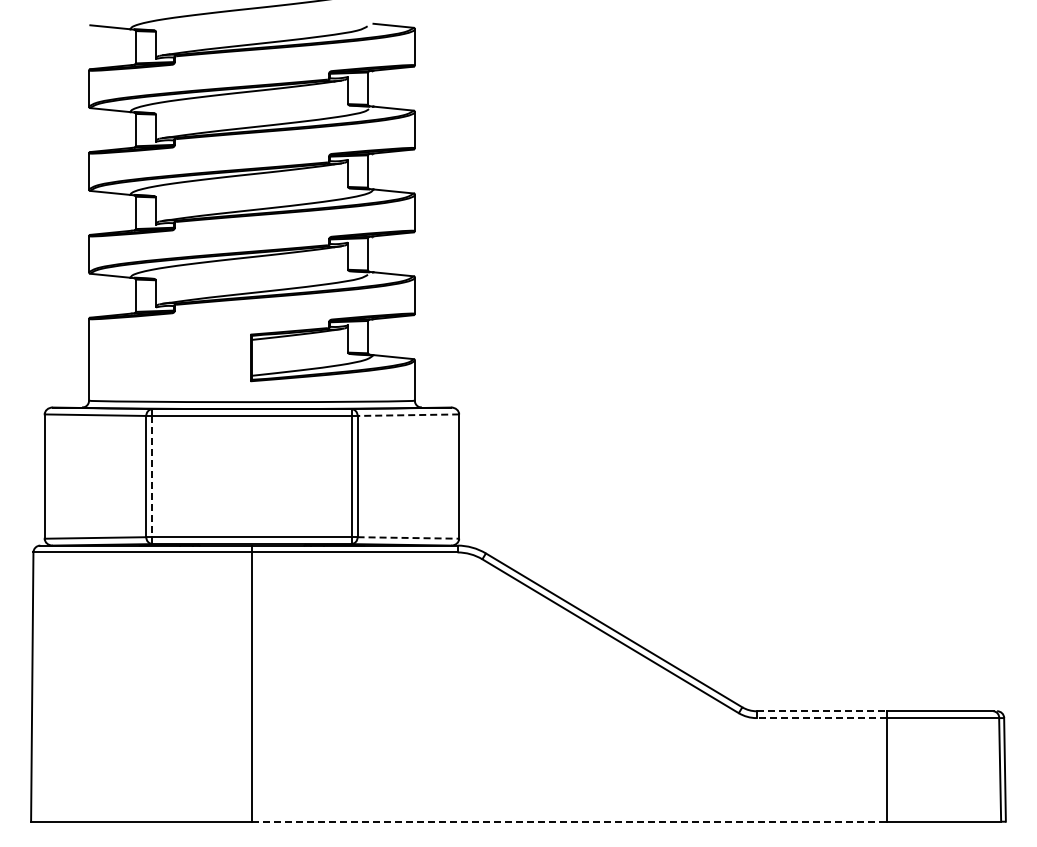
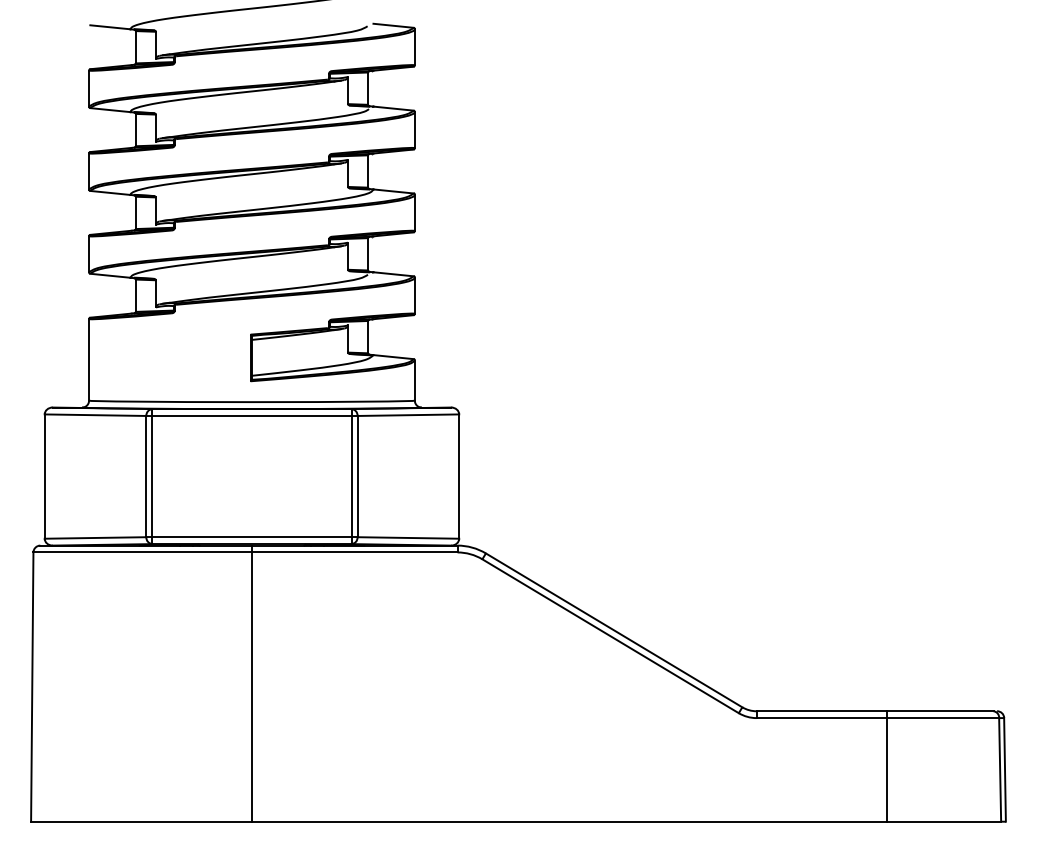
line at (408, 415): dashed -> solid
line at (152, 476): dashed -> solid
line at (408, 537): dashed -> solid
line at (822, 711): dashed -> solid
line at (821, 718): dashed -> solid
line at (569, 821): dashed -> solid
